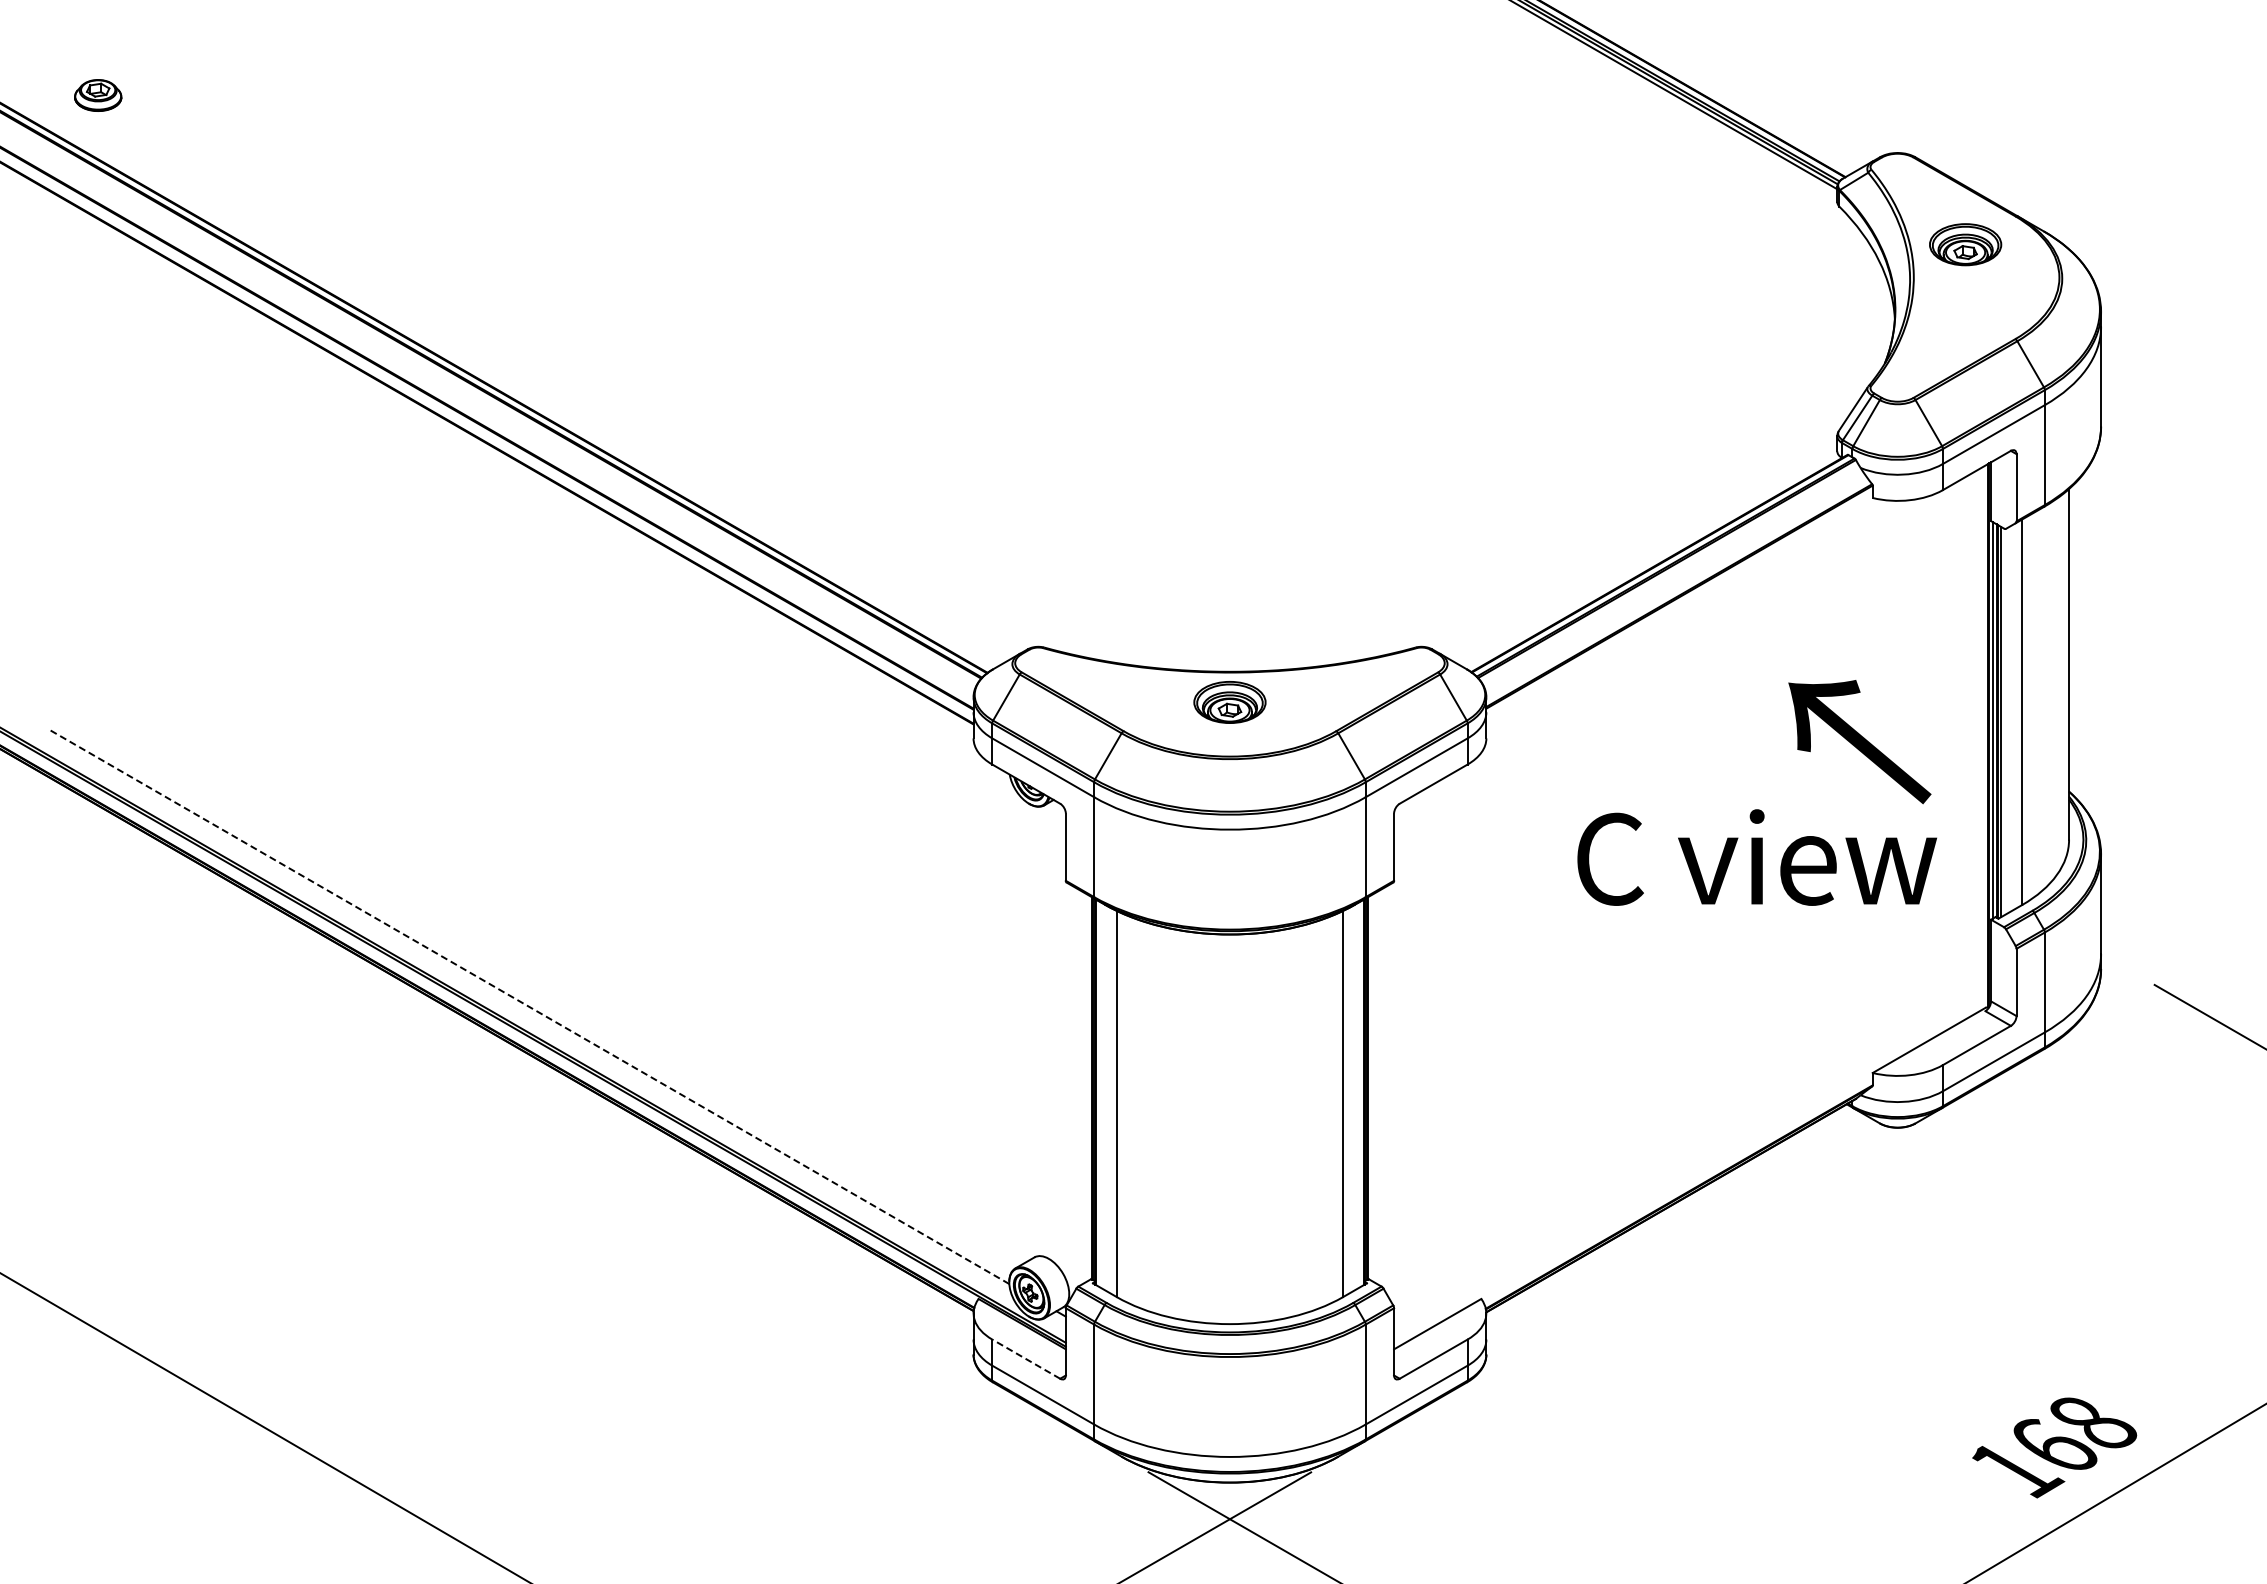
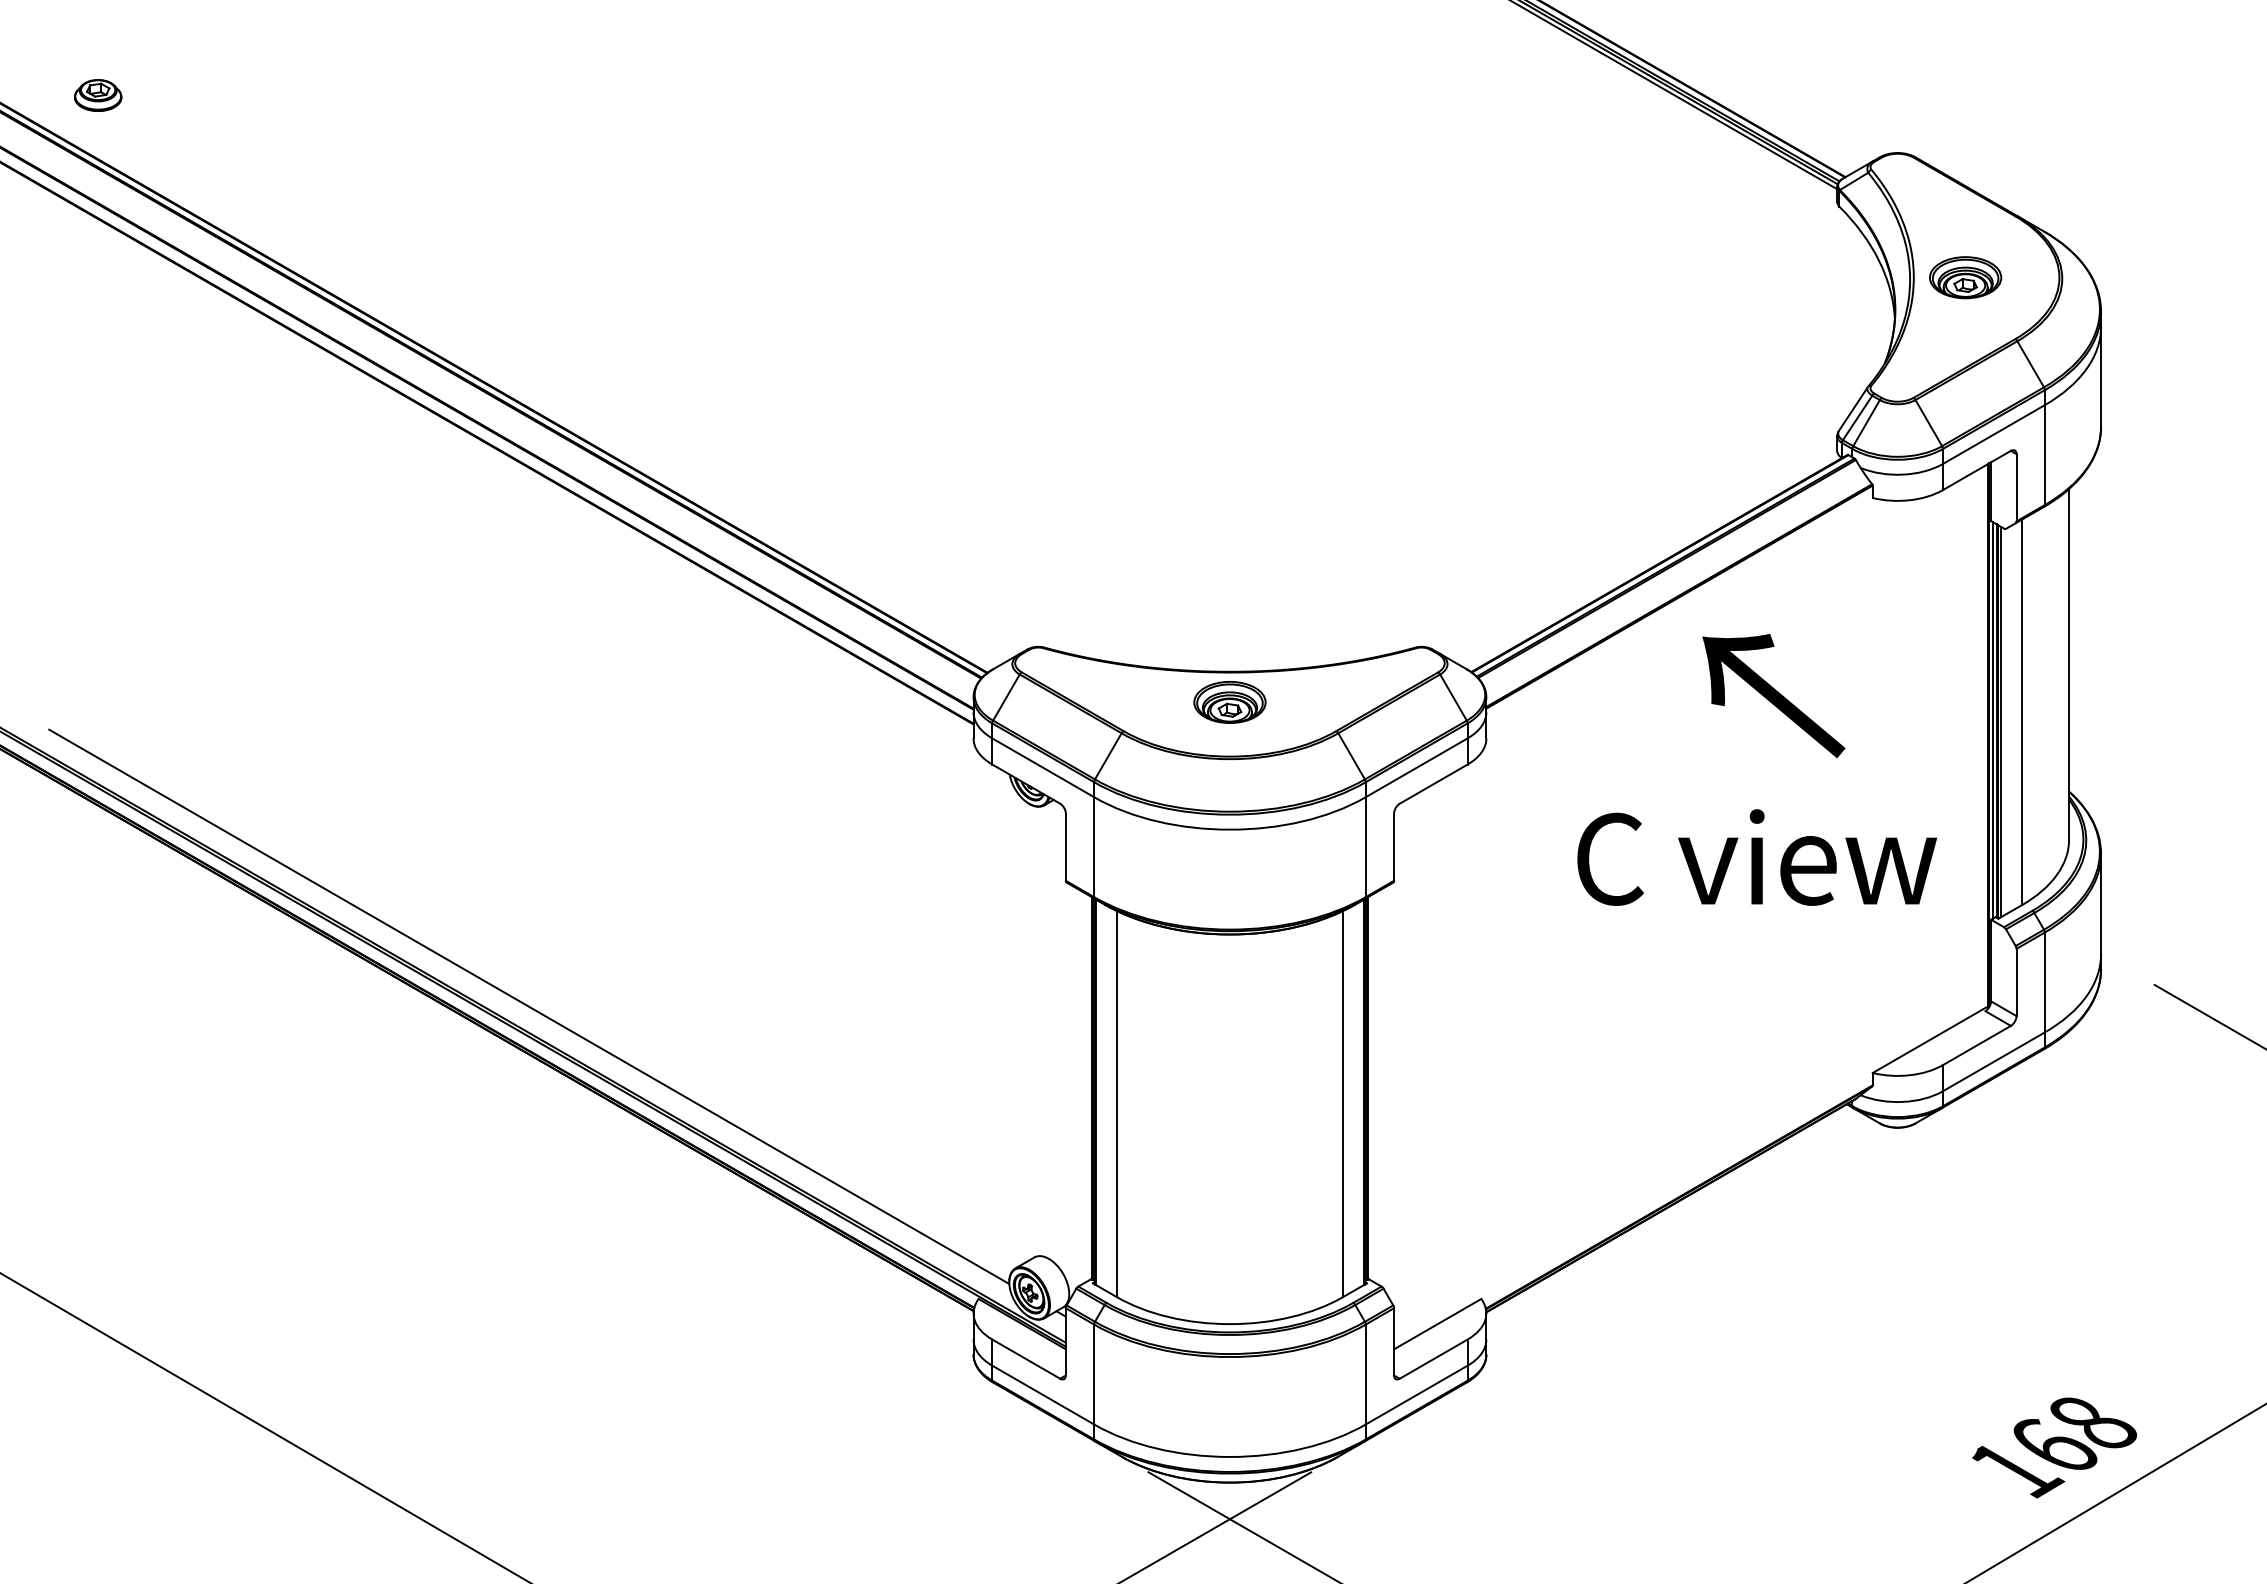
part at (1965, 244) position: (1965, 244) -> (1965, 277)
text at (1859, 742) position: (1859, 742) -> (1773, 696)
line at (528, 1006): dashed -> solid
line at (1025, 1358): dashed -> solid
